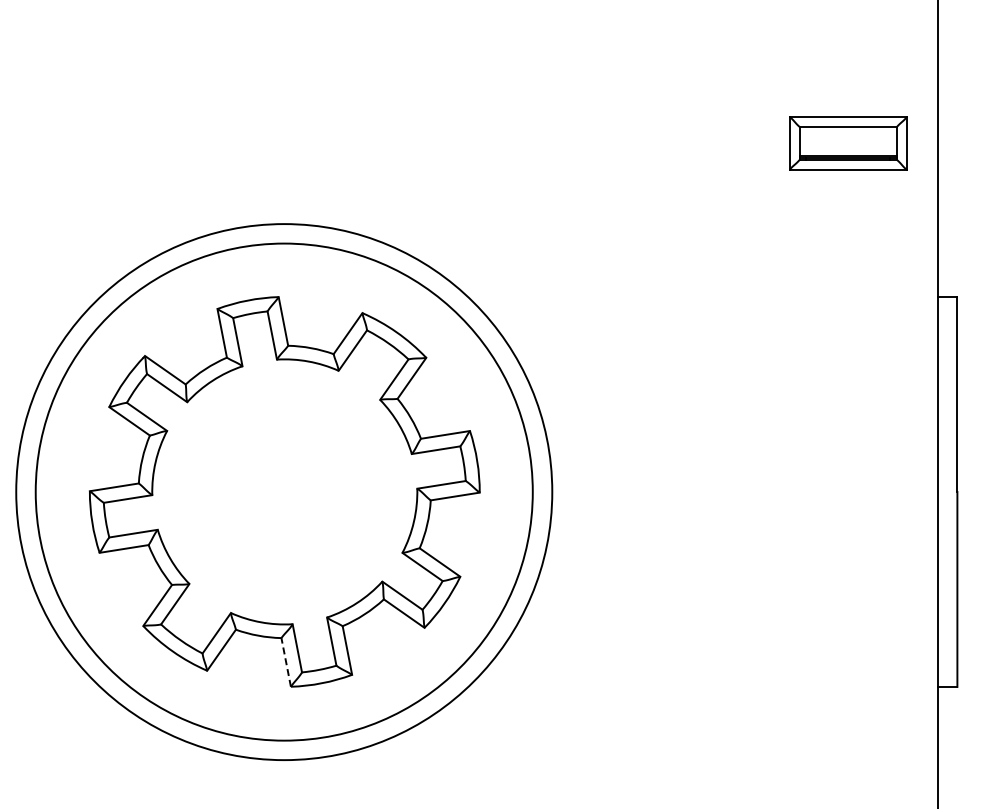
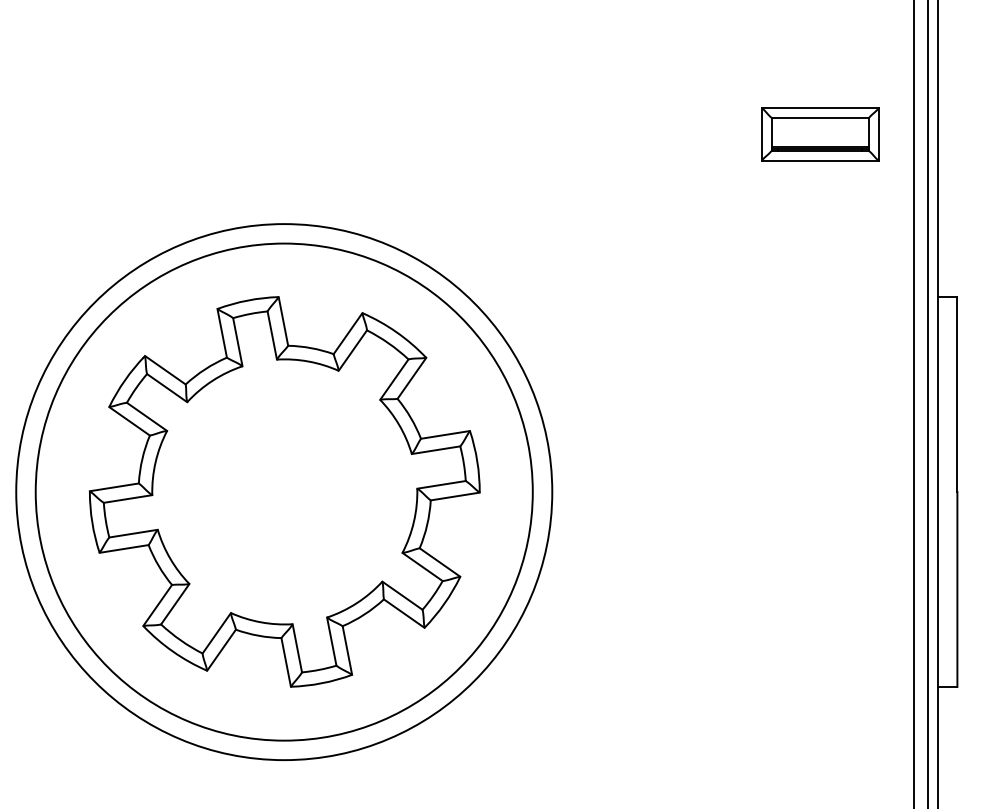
part at (848, 143) position: (848, 143) -> (820, 134)
line at (913, 403): none -> present
line at (927, 403): none -> present
line at (286, 662): dashed -> solid
